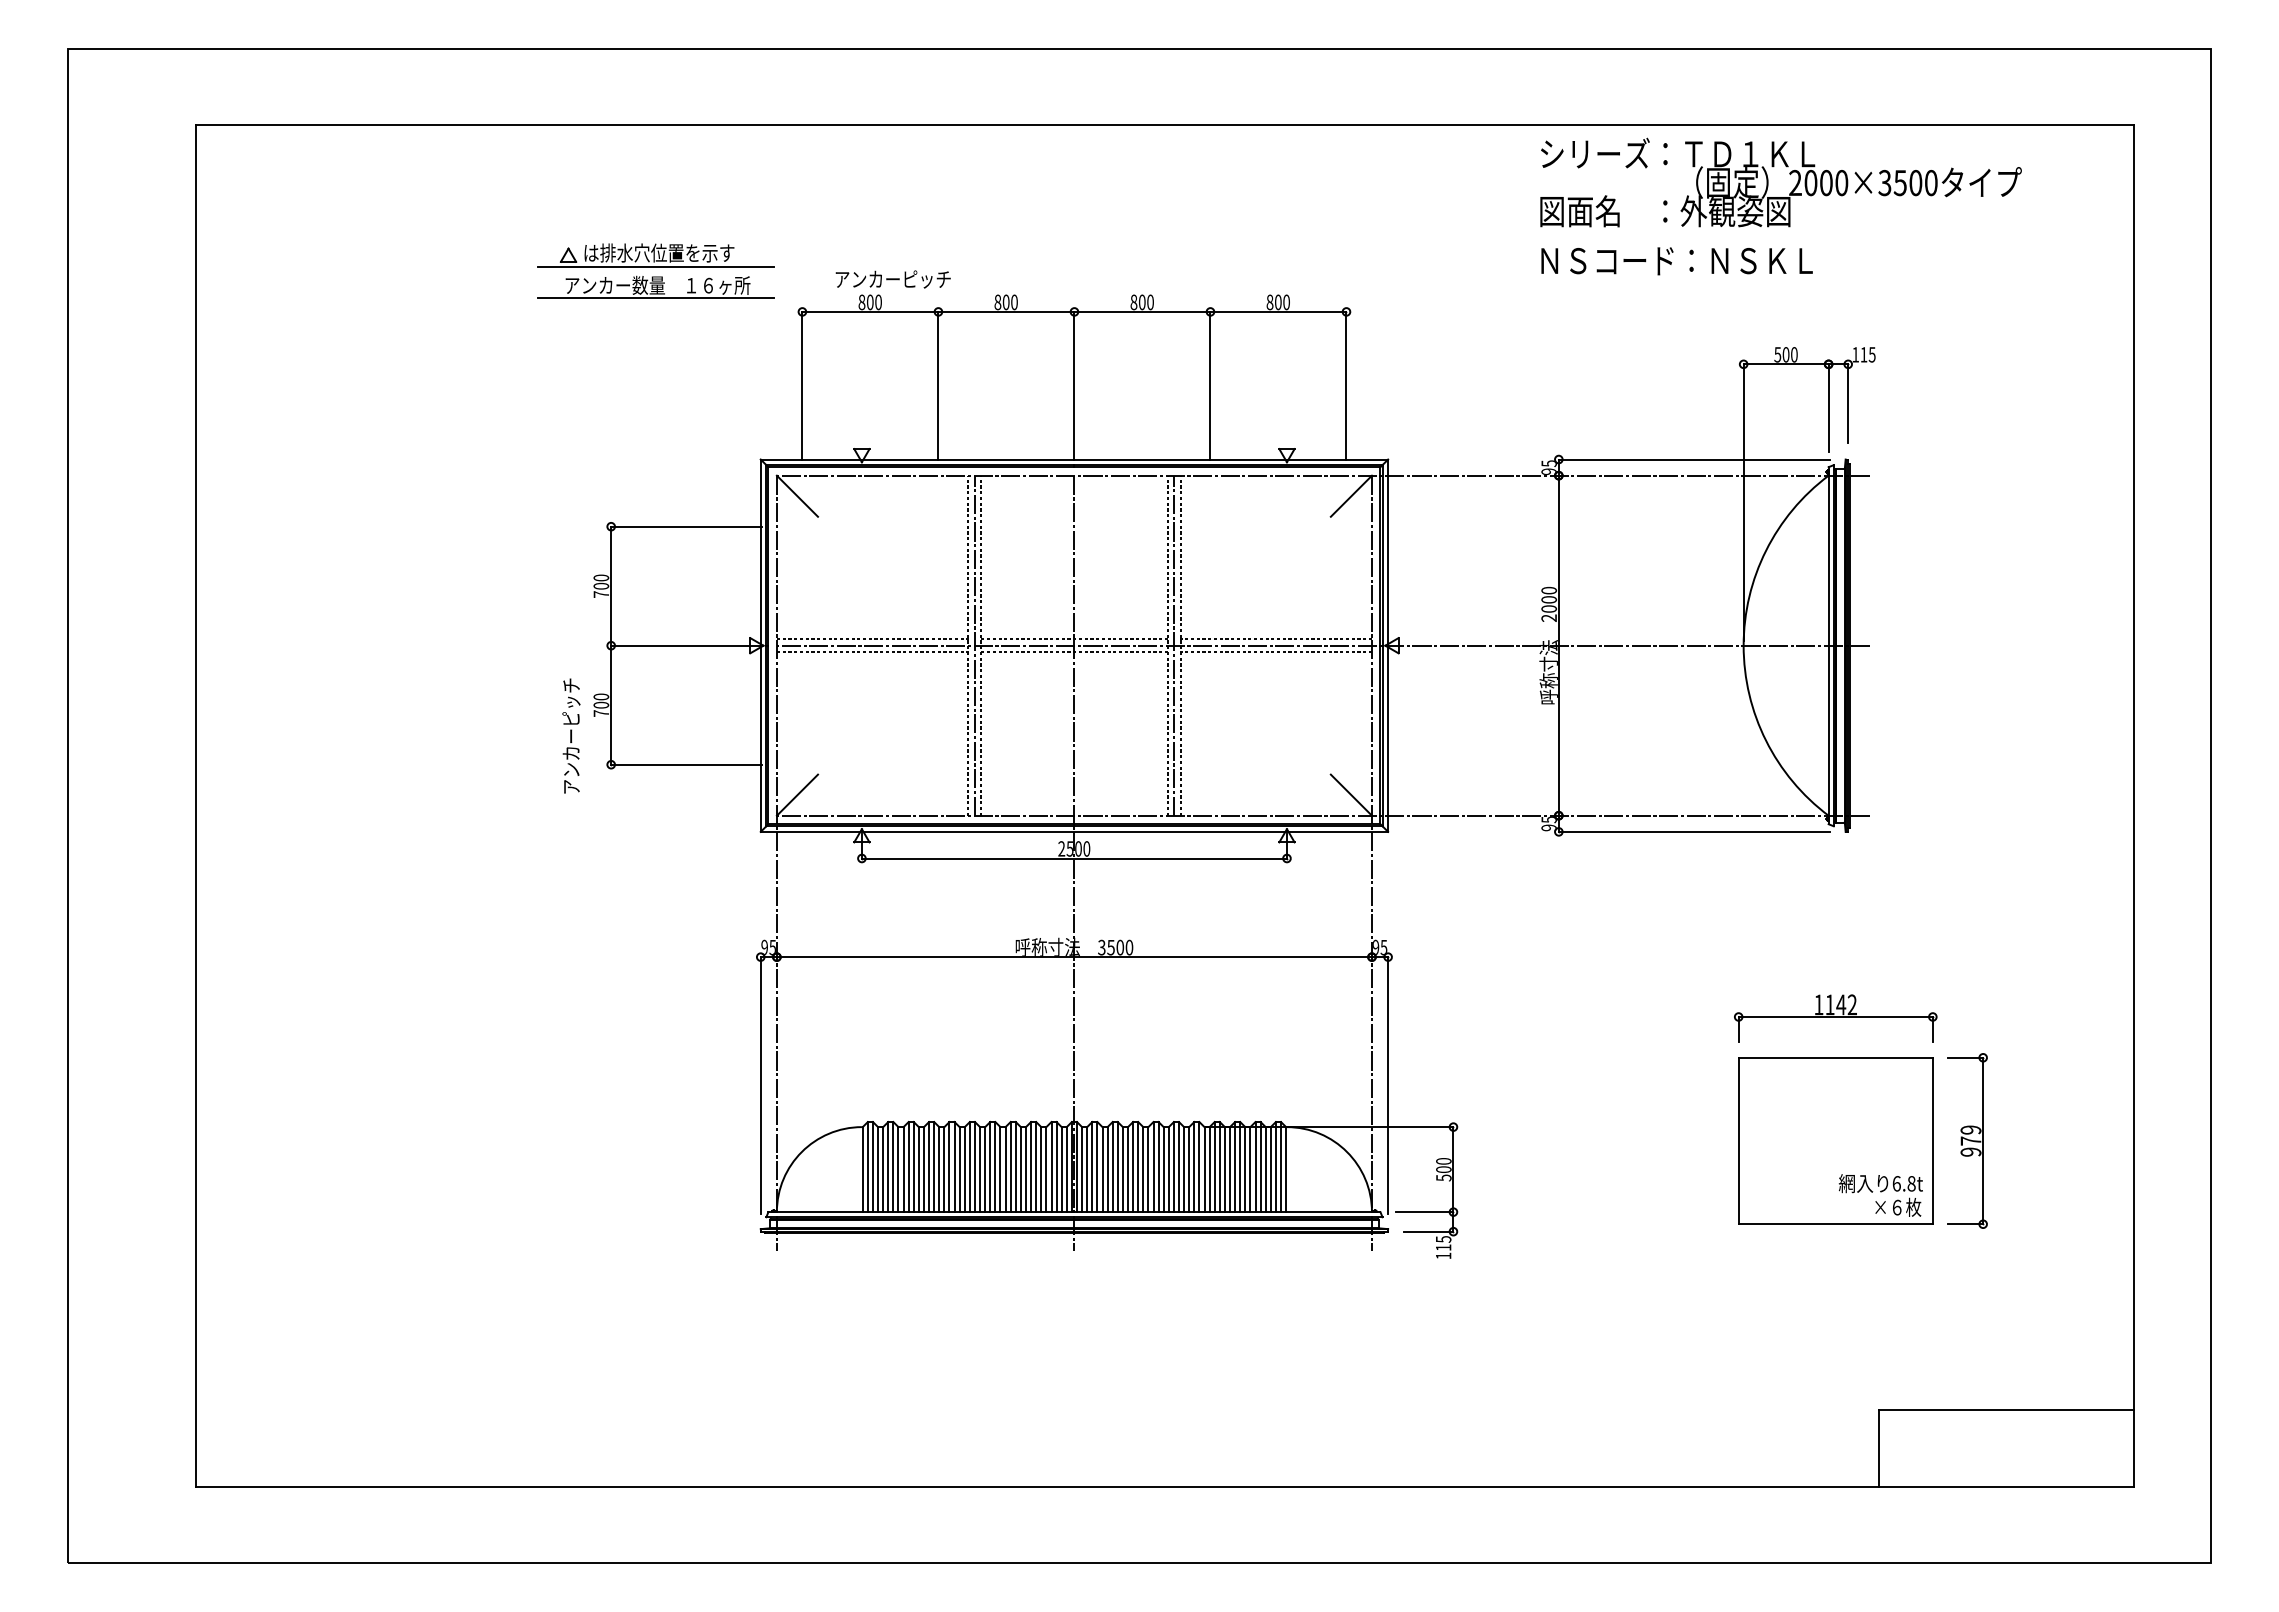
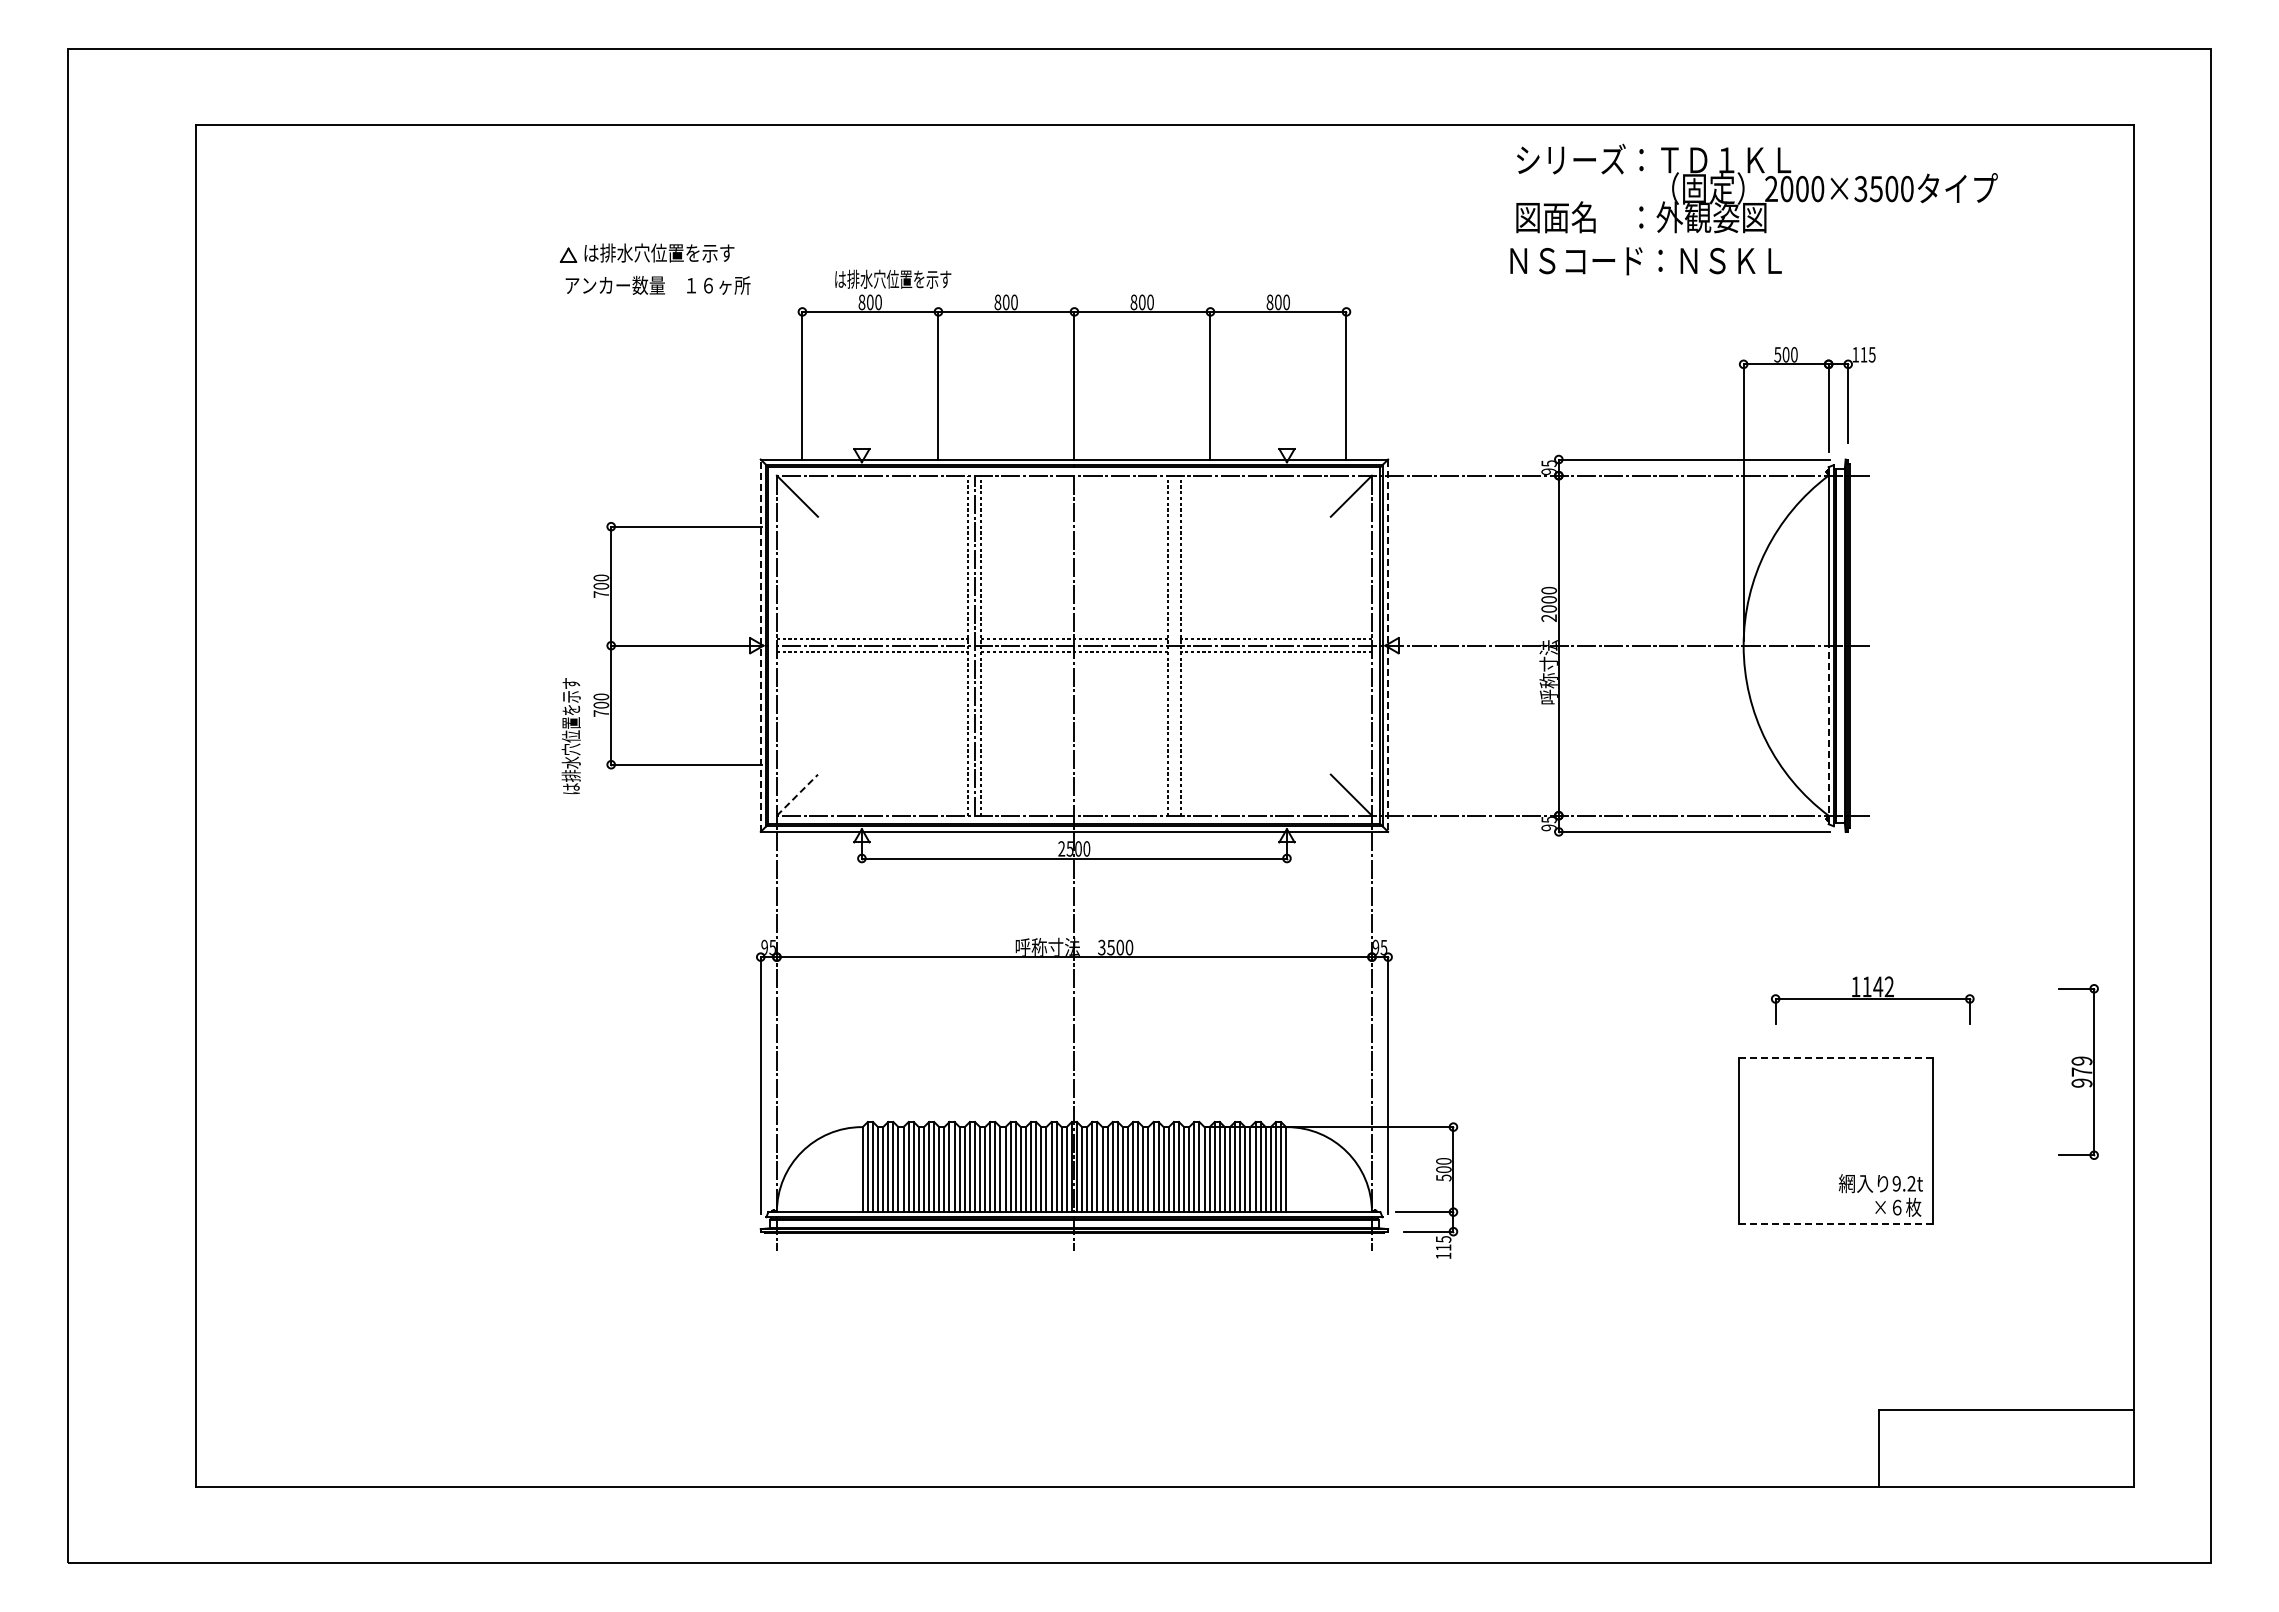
text at (1780, 182) position: (1780, 182) -> (1756, 188)
text at (1676, 261) position: (1676, 261) -> (1645, 261)
line at (655, 266): present -> none
text at (893, 278): アンカーピッチ -> は排水穴位置を示す
line at (655, 297): present -> none
line at (760, 645): solid -> dashed
line at (1174, 645): present -> none
line at (1388, 646): solid -> dashed
line at (1828, 734): solid -> dashed
text at (570, 736): アンカーピッチ -> は排水穴位置を示す
line at (797, 794): solid -> dashed
part at (1835, 1018) position: (1835, 1018) -> (1872, 1000)
line at (1836, 1057): solid -> dashed
part at (1967, 1140) position: (1967, 1140) -> (2078, 1071)
text at (1903, 1183): 6.8t -> 9.2t
line at (1835, 1224): solid -> dashed
